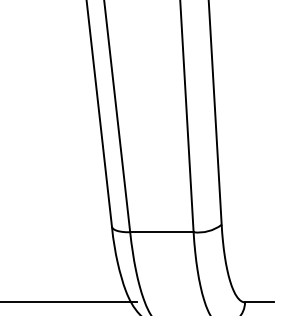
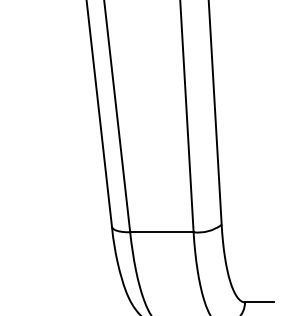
line at (69, 302): present -> none
